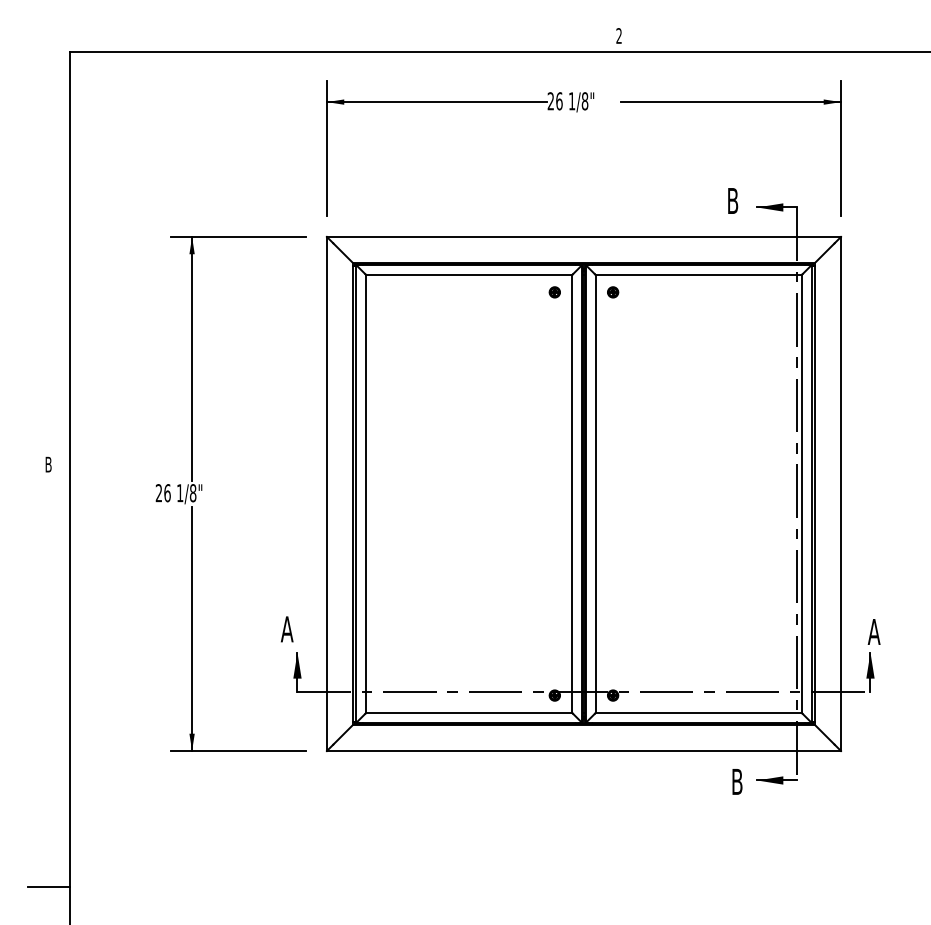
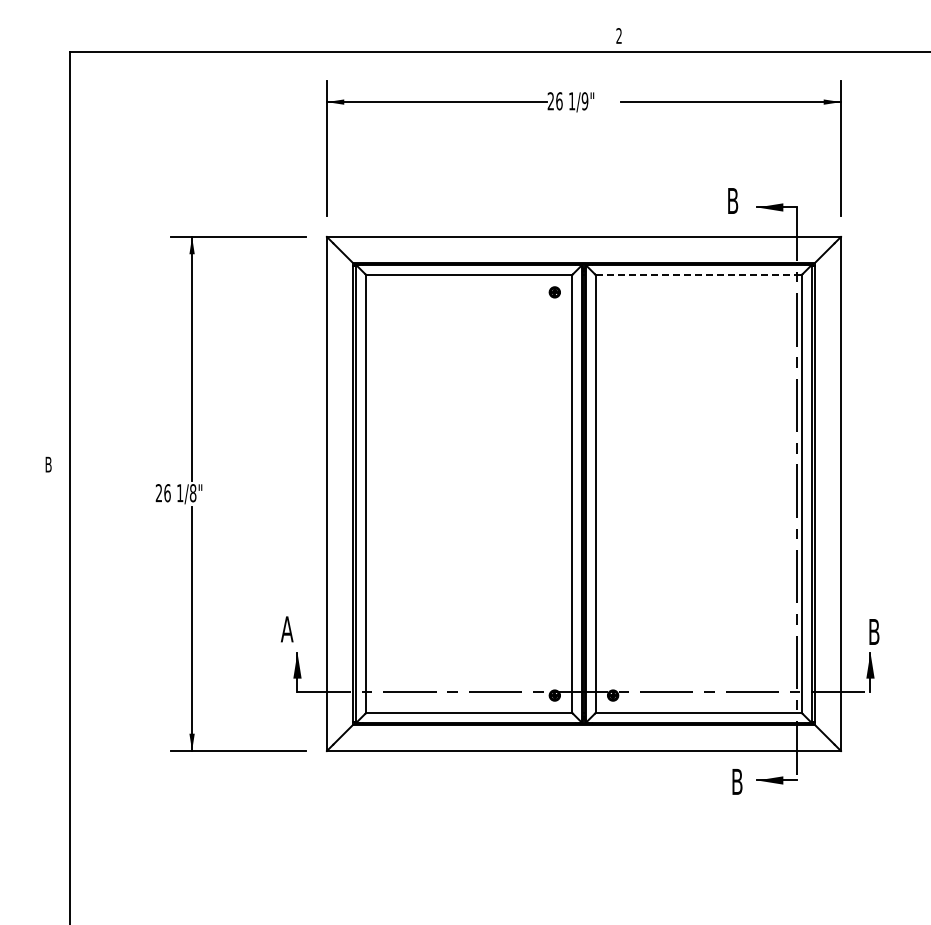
text at (584, 101): 1/8" -> 1/9"
line at (699, 274): solid -> dashed
part at (613, 292): present -> none
text at (873, 631): A -> B
line at (48, 887): present -> none
